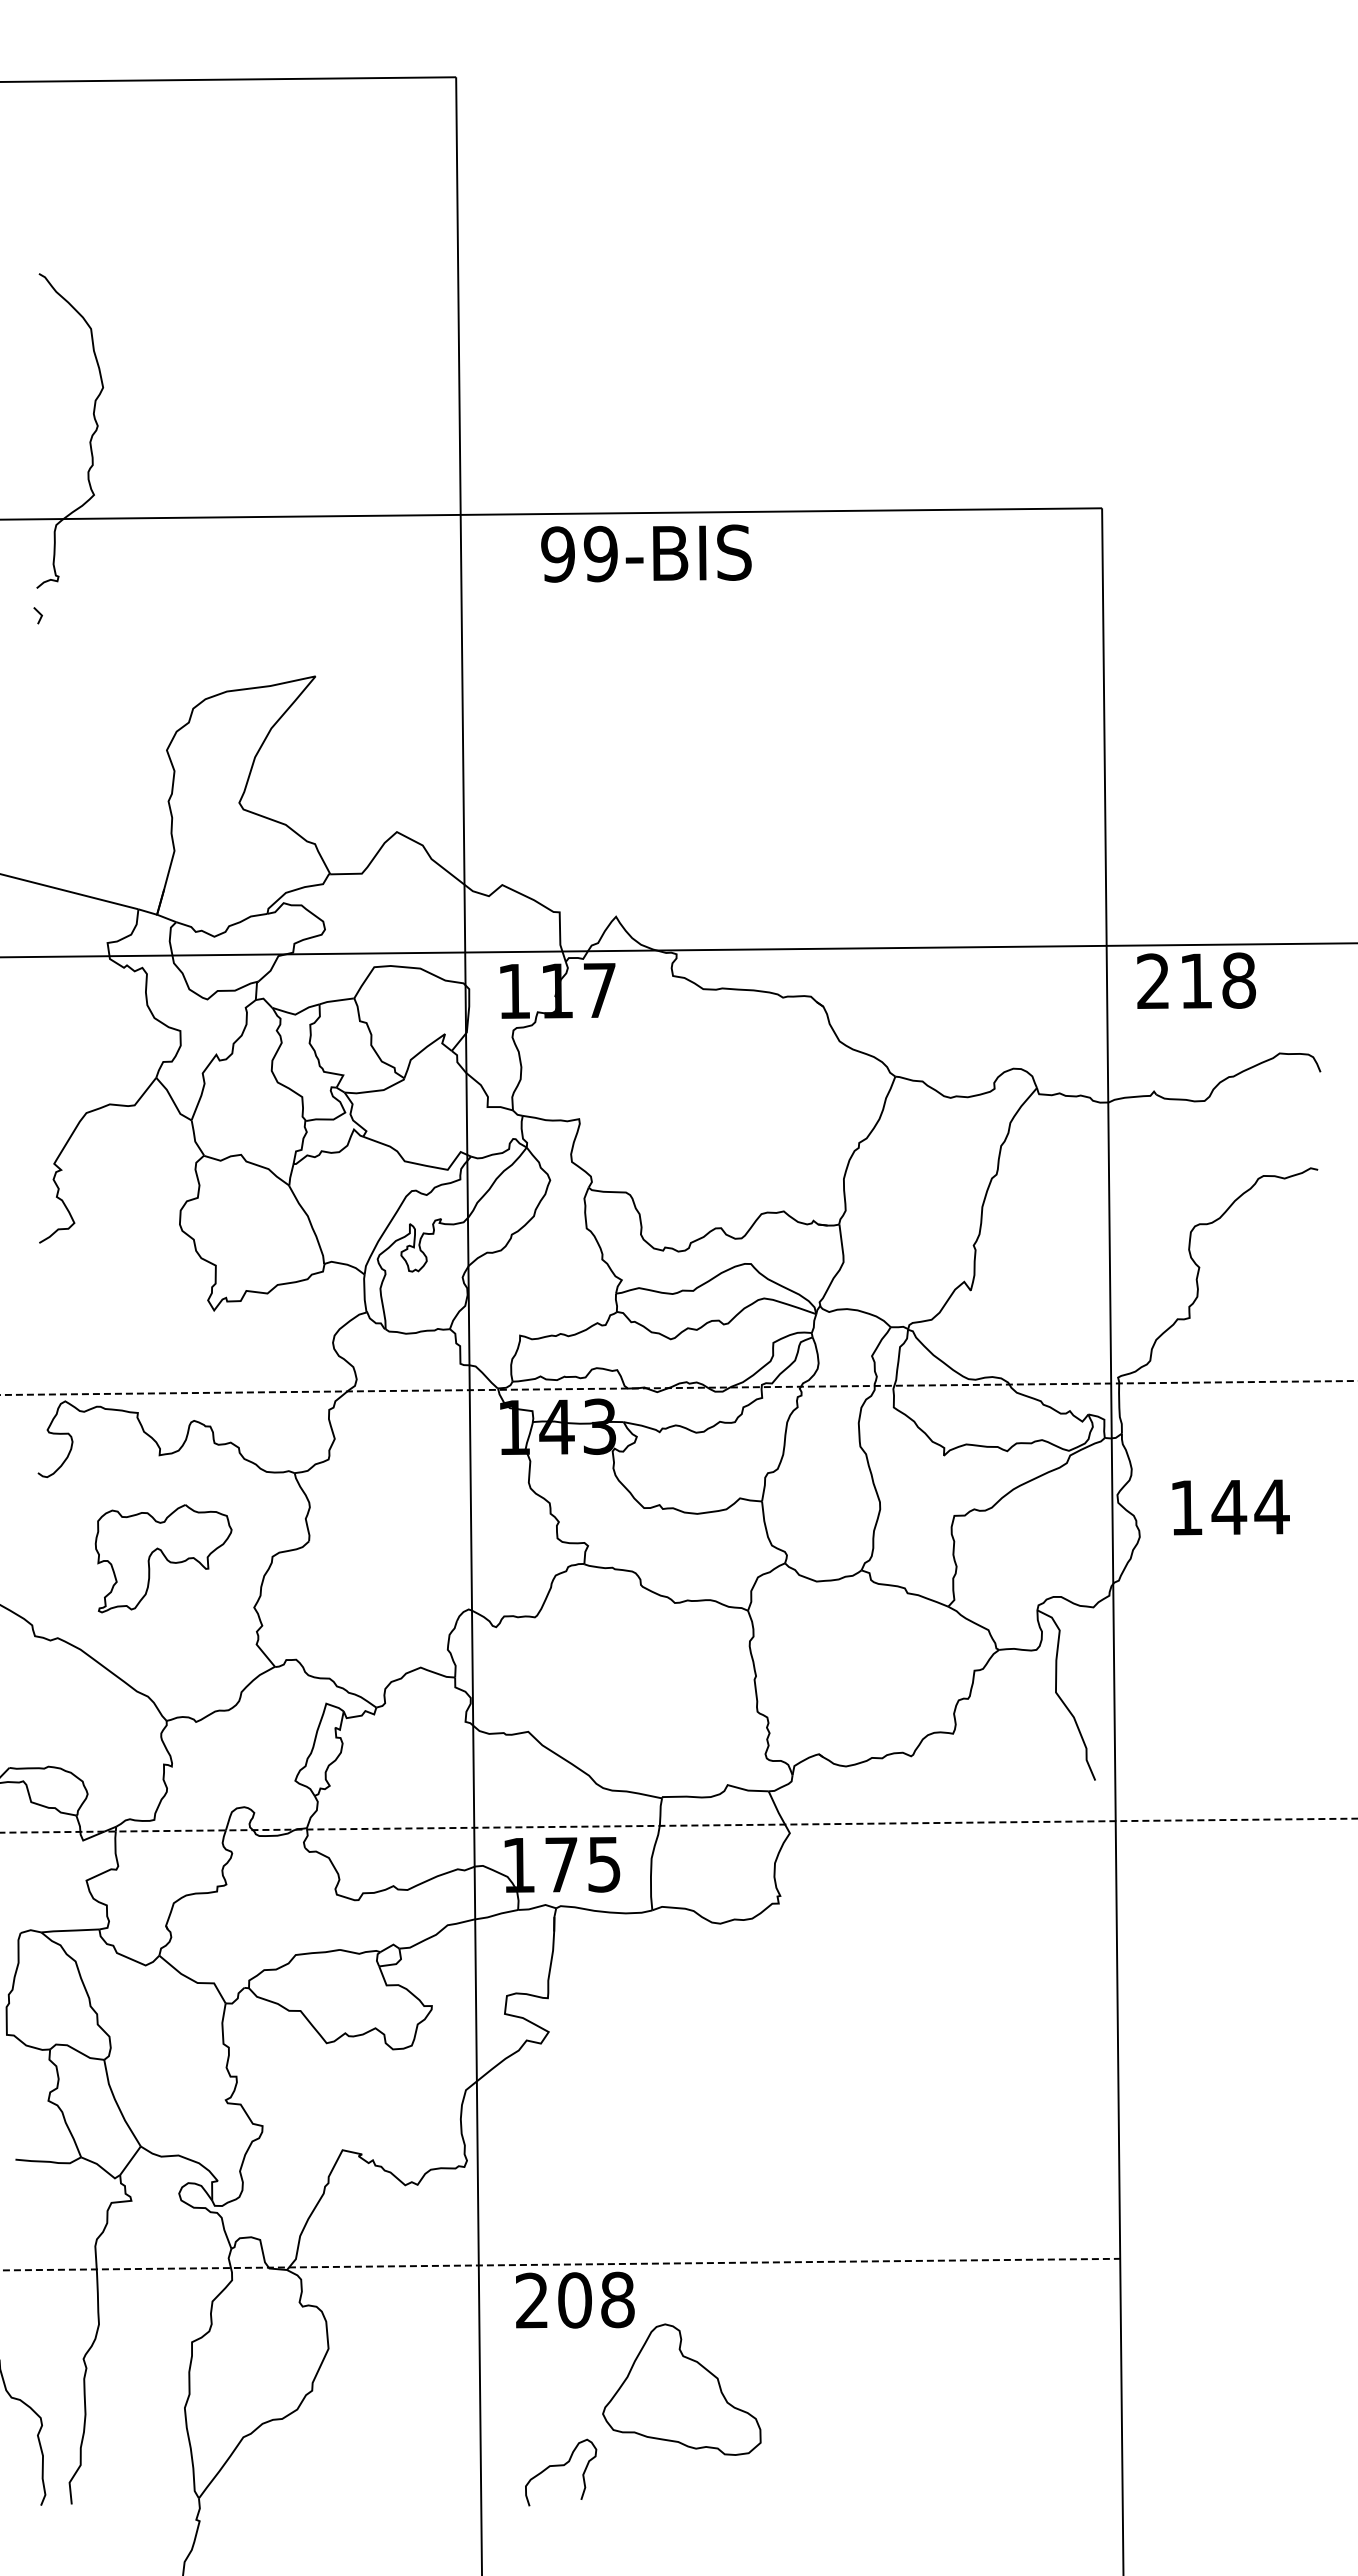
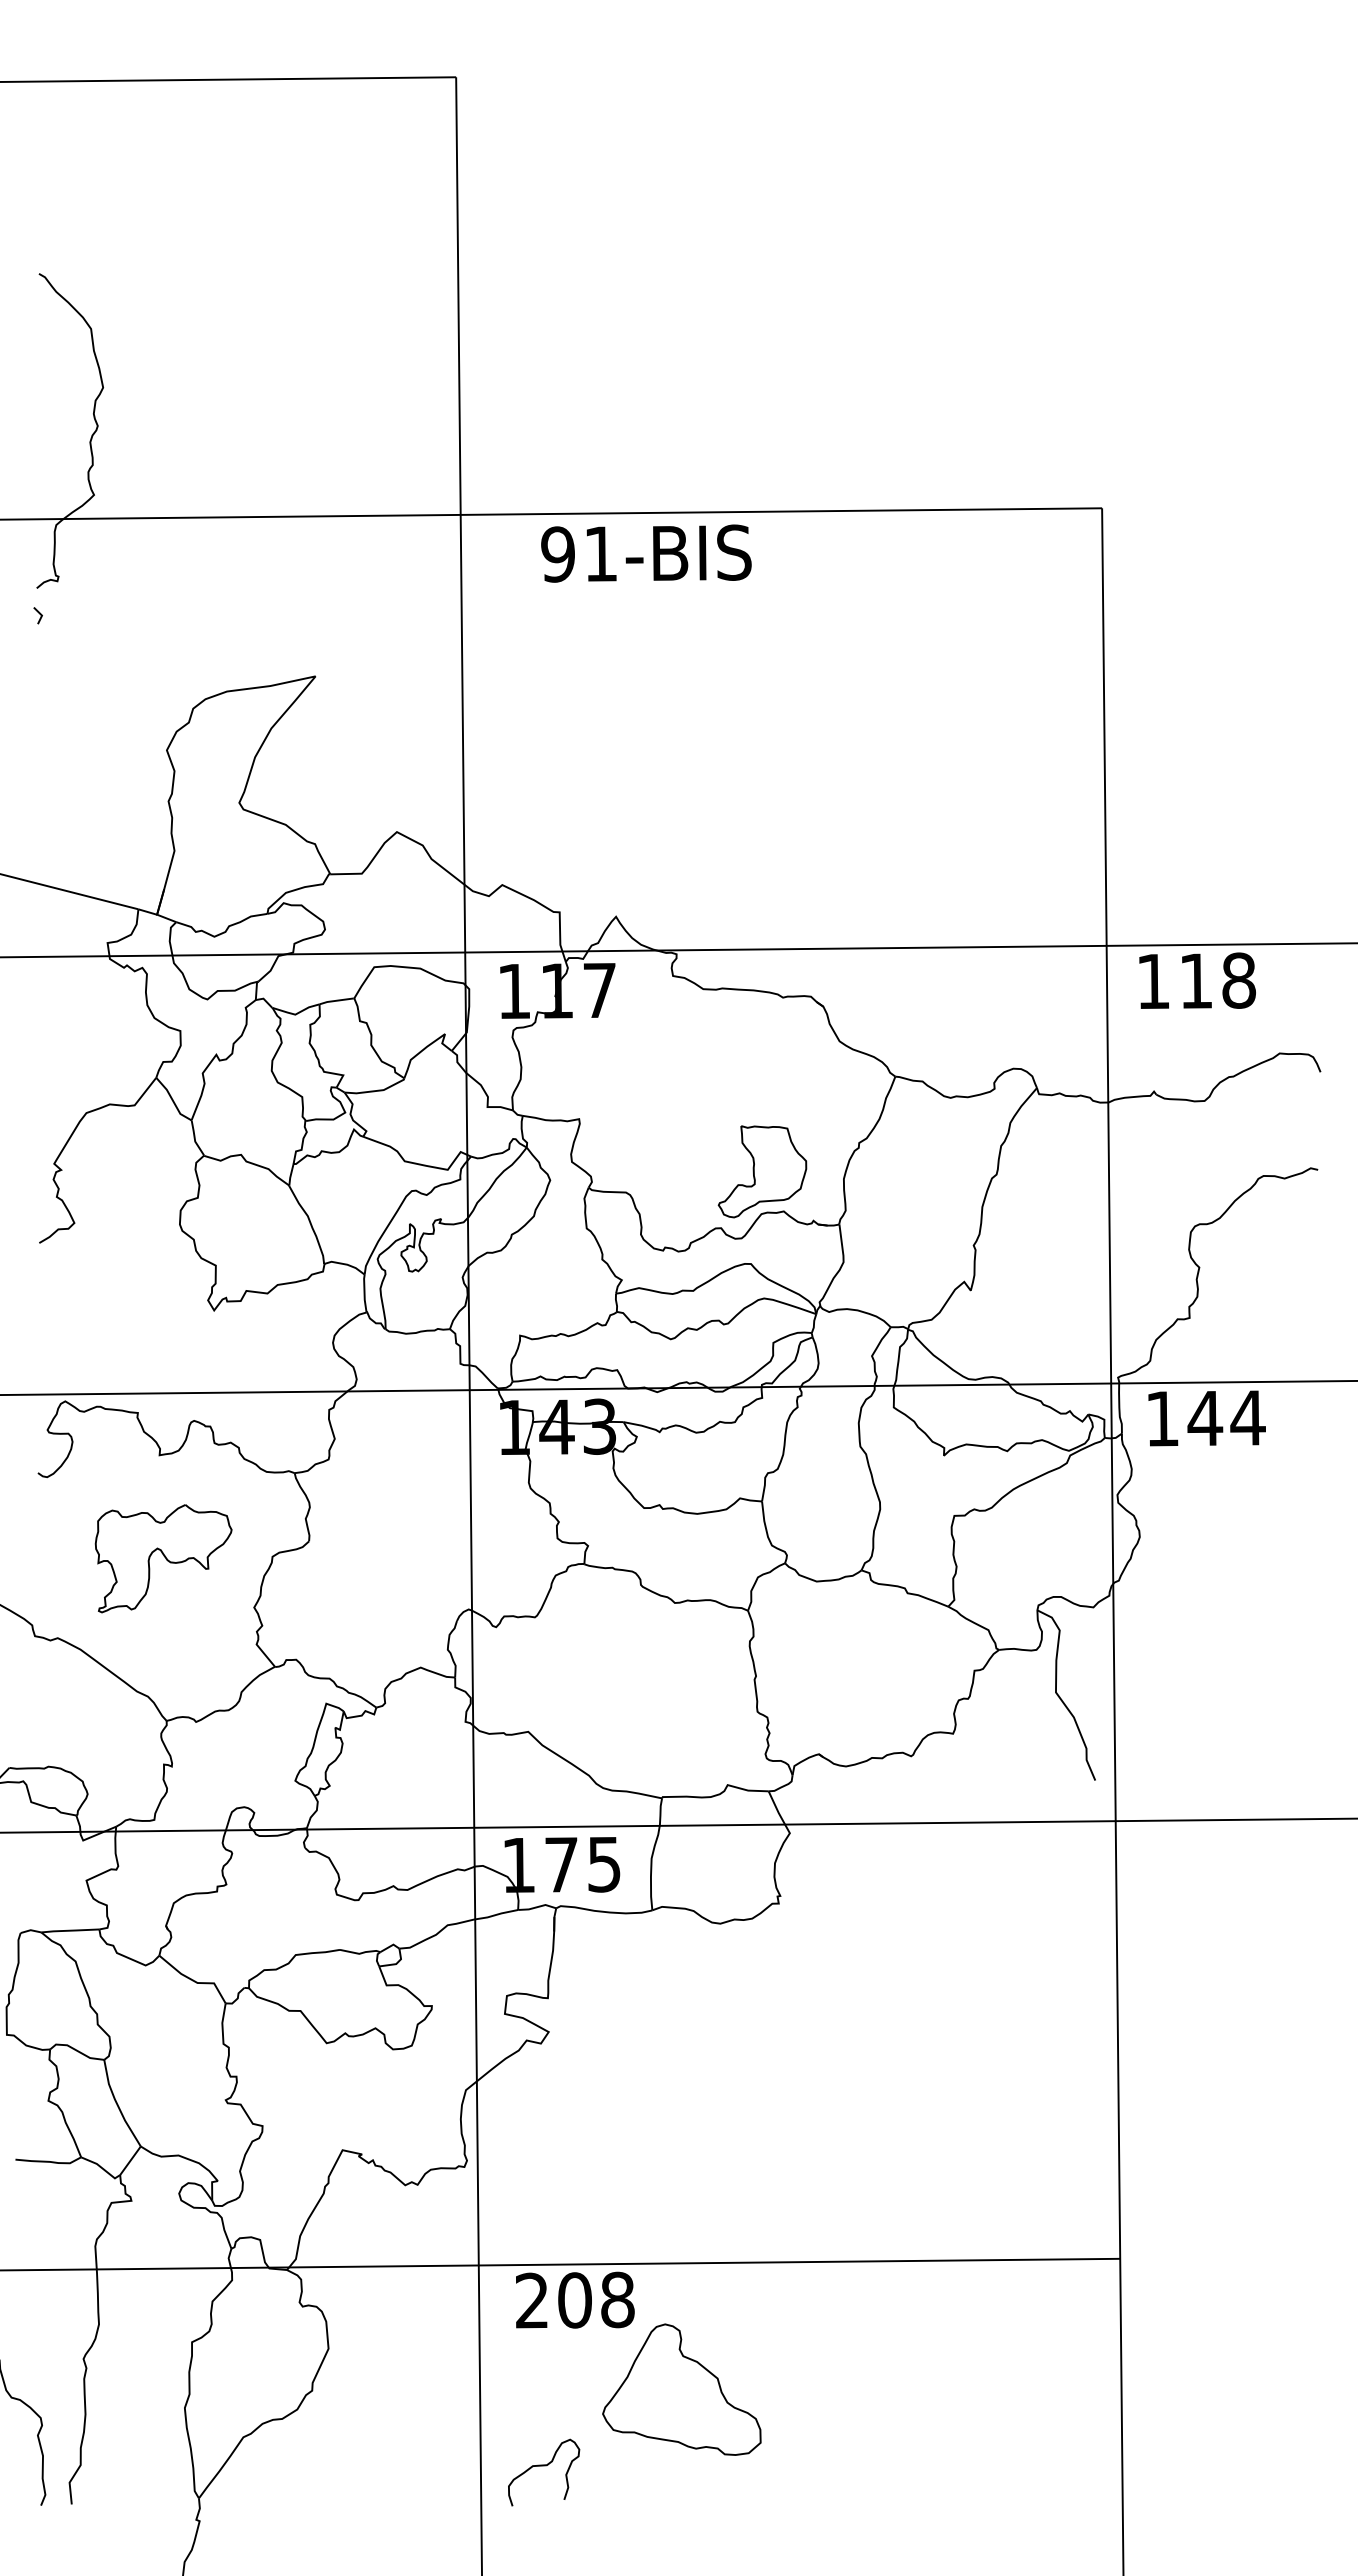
text at (600, 553): 99-BIS -> 91-BIS
text at (1152, 980): 218 -> 118
part at (762, 1171): none -> present
line at (679, 1388): dashed -> solid
text at (1230, 1507) position: (1230, 1507) -> (1206, 1418)
line at (679, 1825): dashed -> solid
line at (560, 2264): dashed -> solid
curve at (561, 2466) position: (561, 2466) -> (544, 2466)
